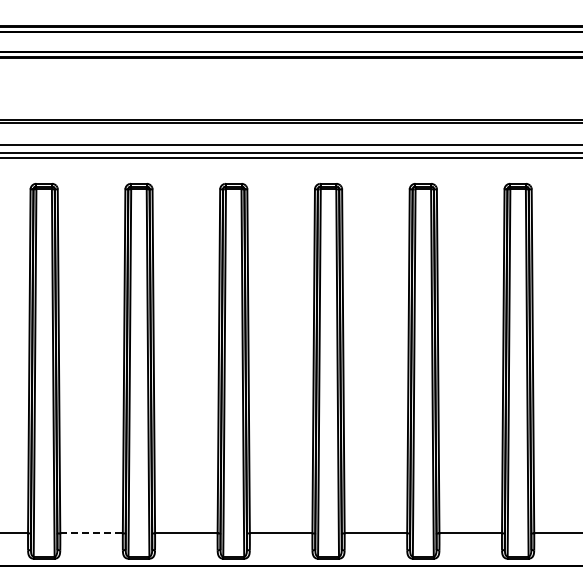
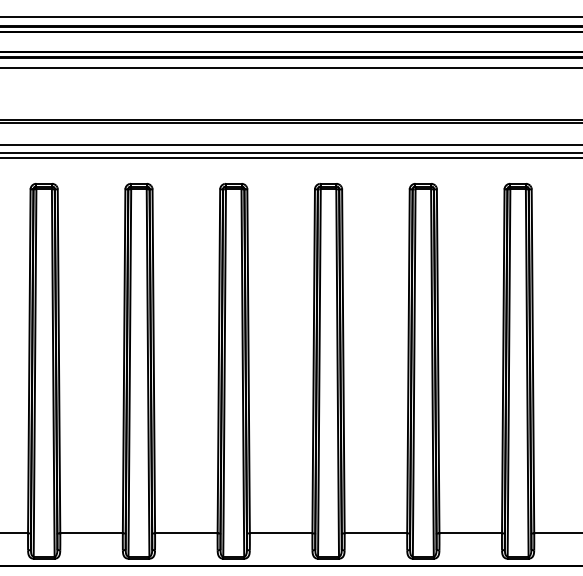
line at (290, 17): none -> present
line at (290, 68): none -> present
line at (92, 533): dashed -> solid
